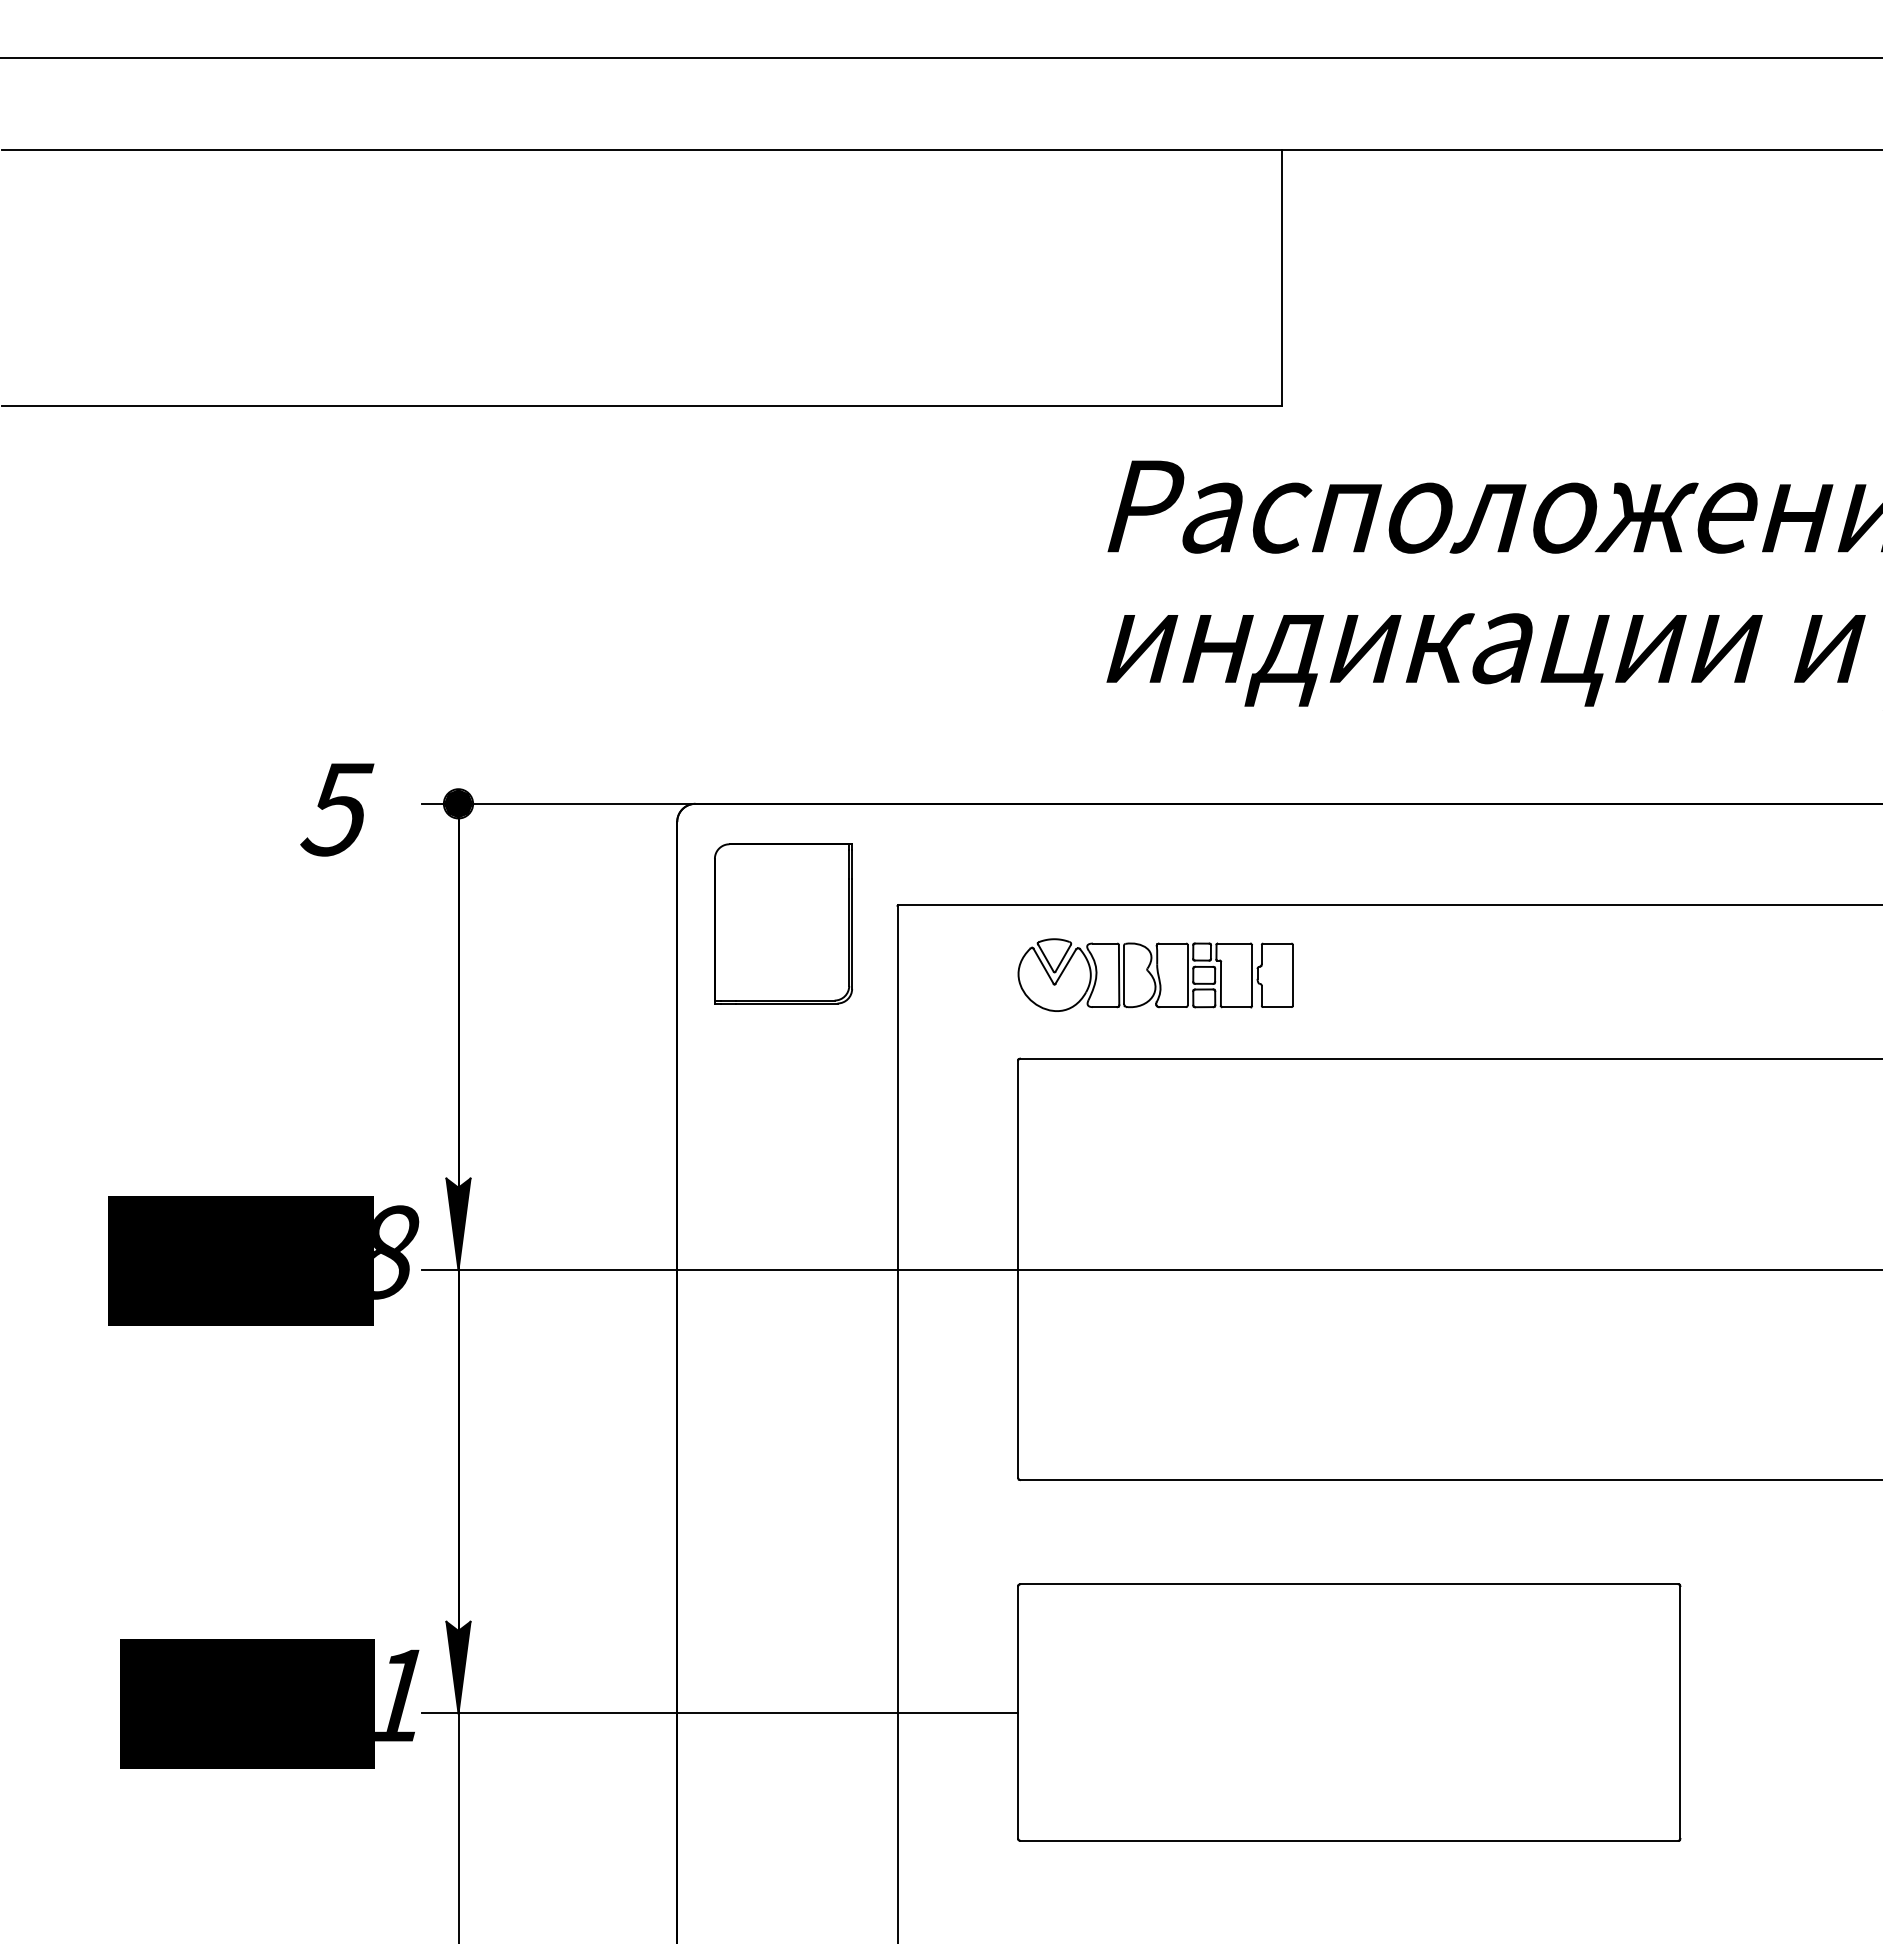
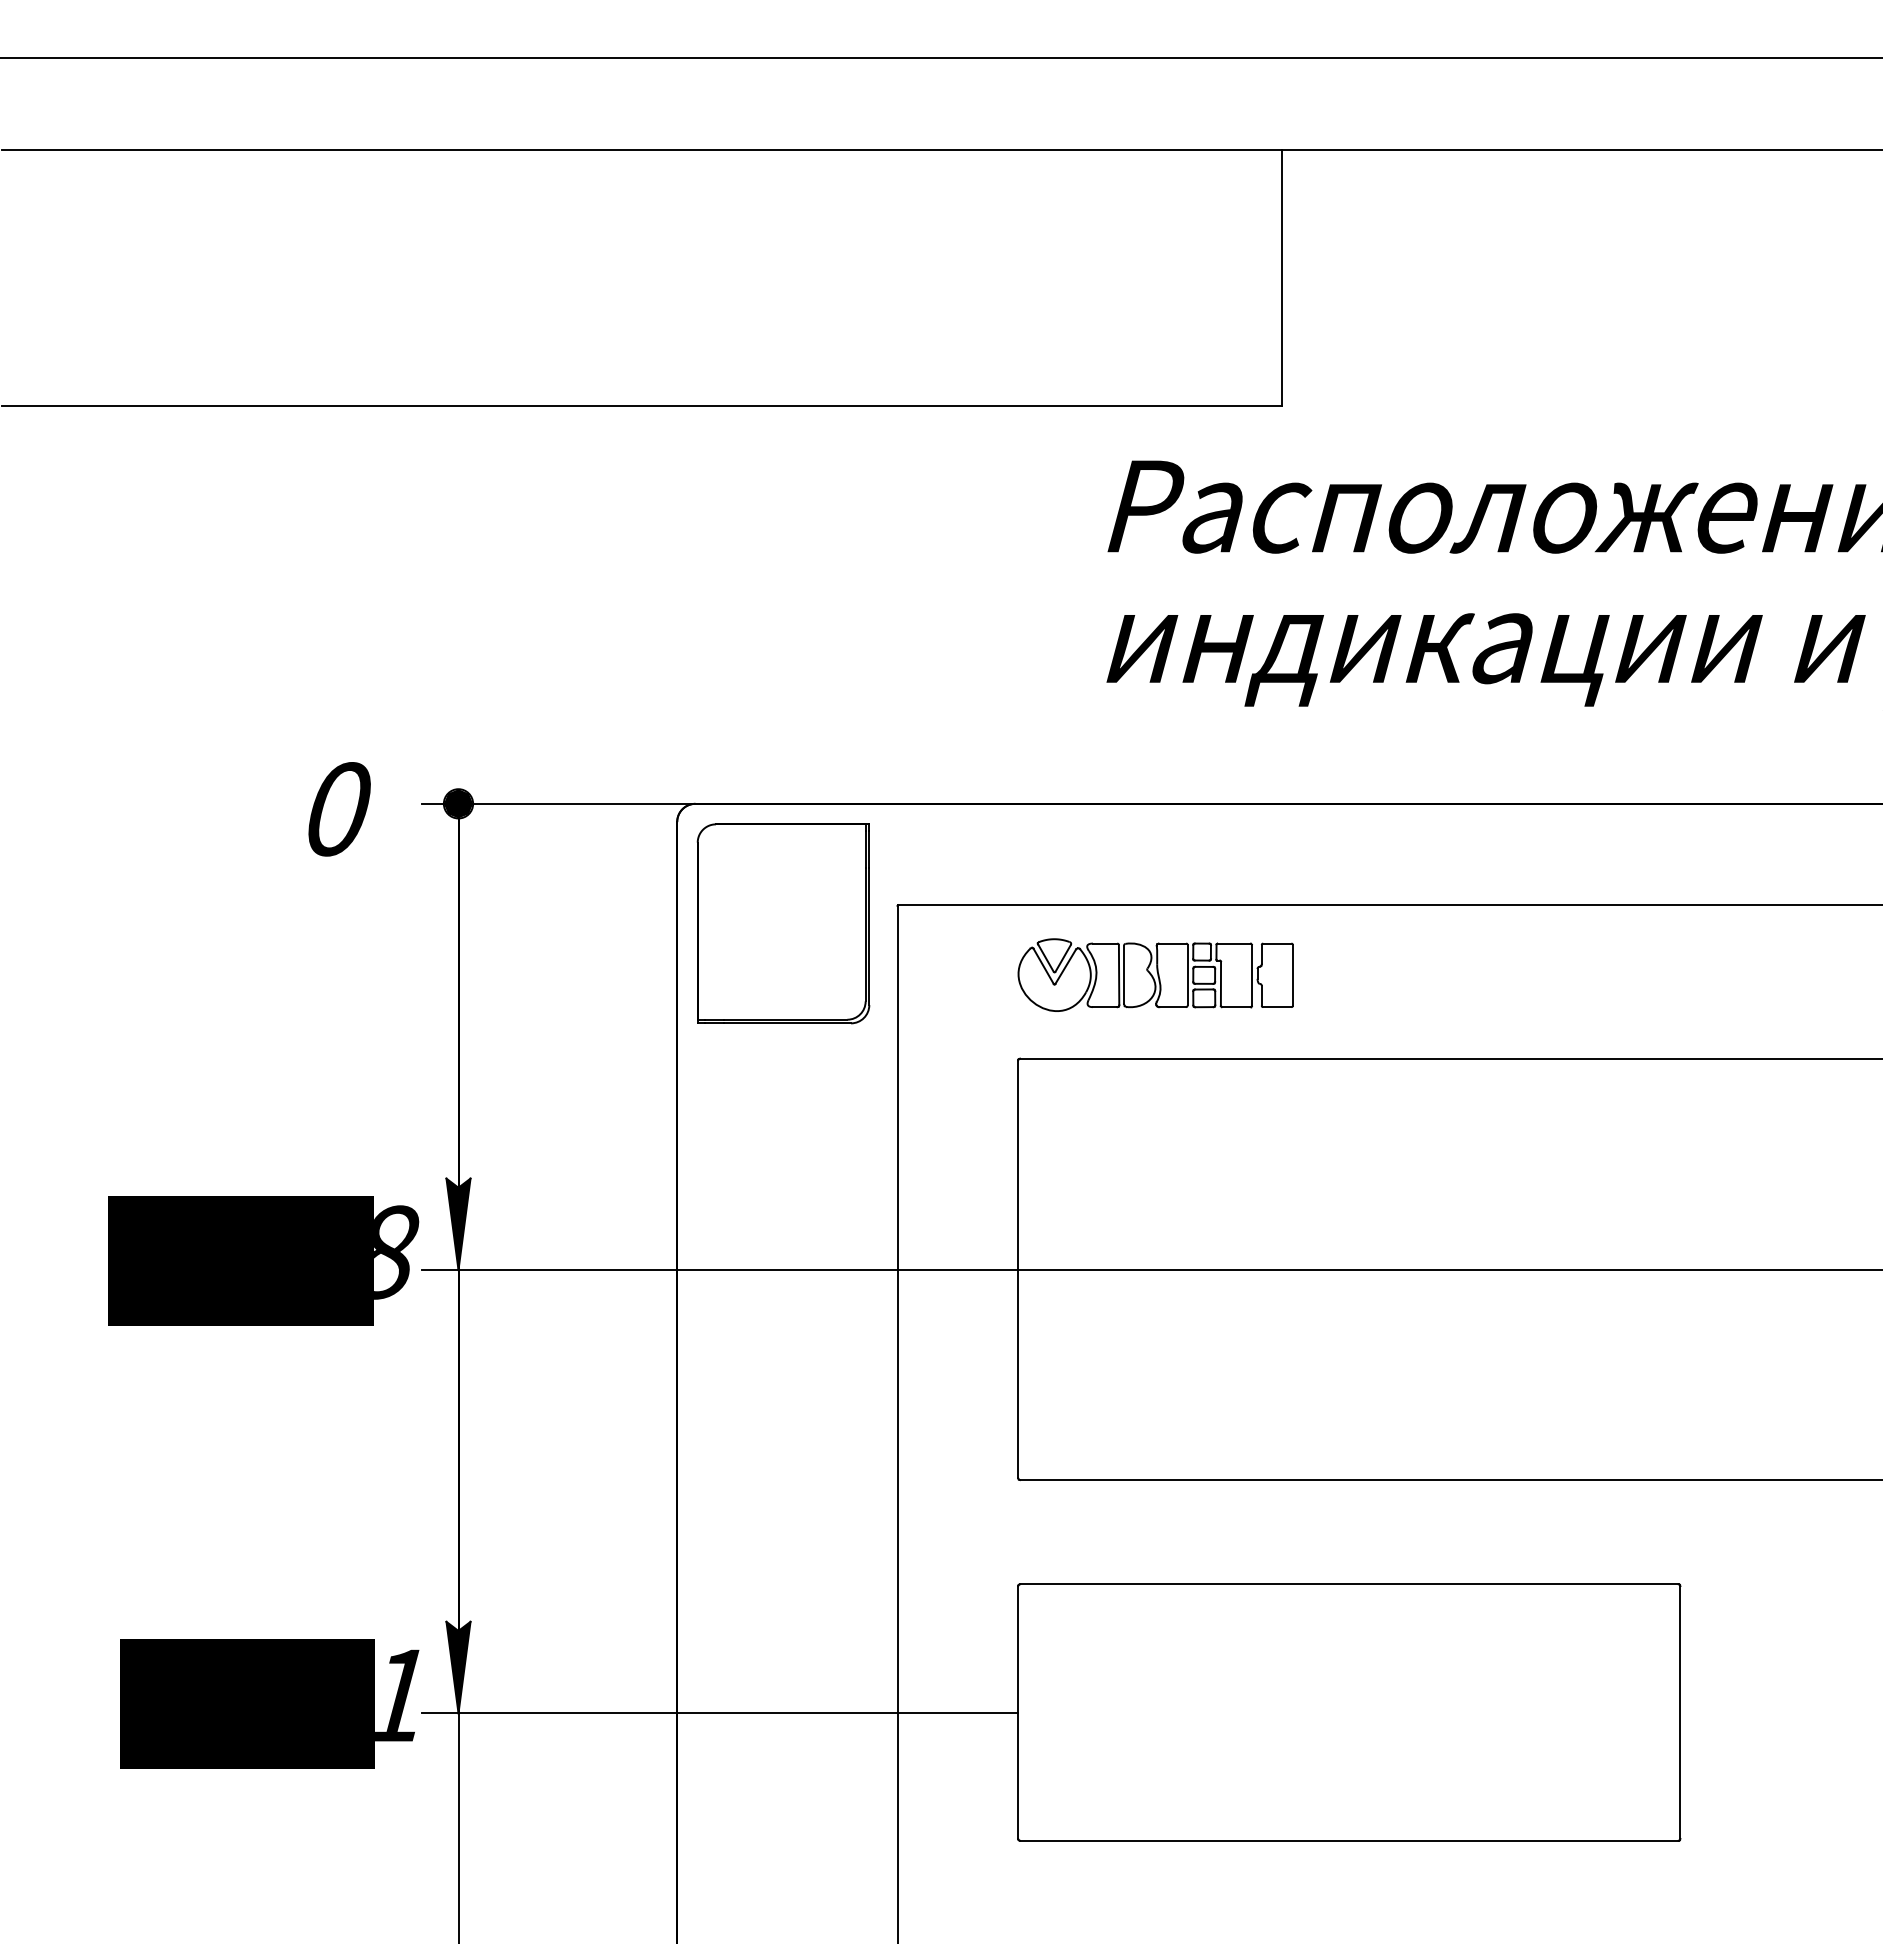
text at (337, 809): 5 -> 0
part at (783, 923) size: 139x162 px -> 175x202 px
